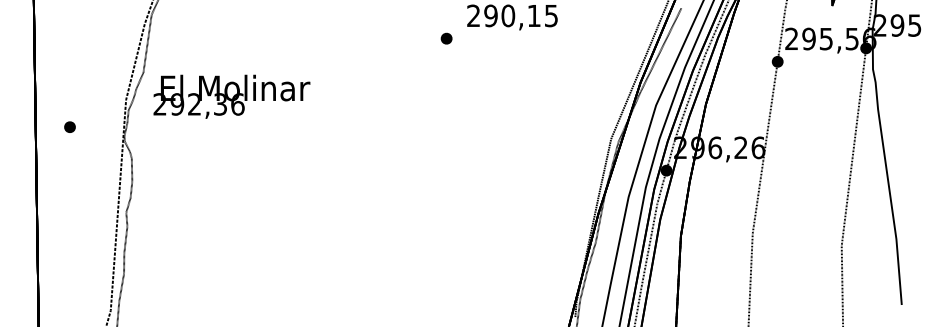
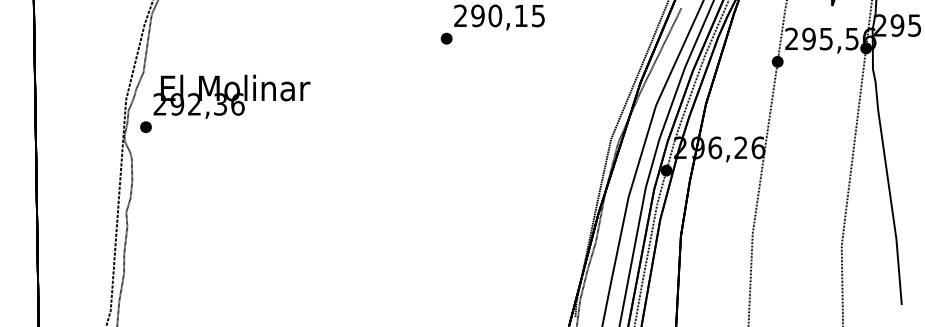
text at (512, 17) position: (512, 17) -> (499, 17)
part at (69, 126) position: (69, 126) -> (145, 126)
